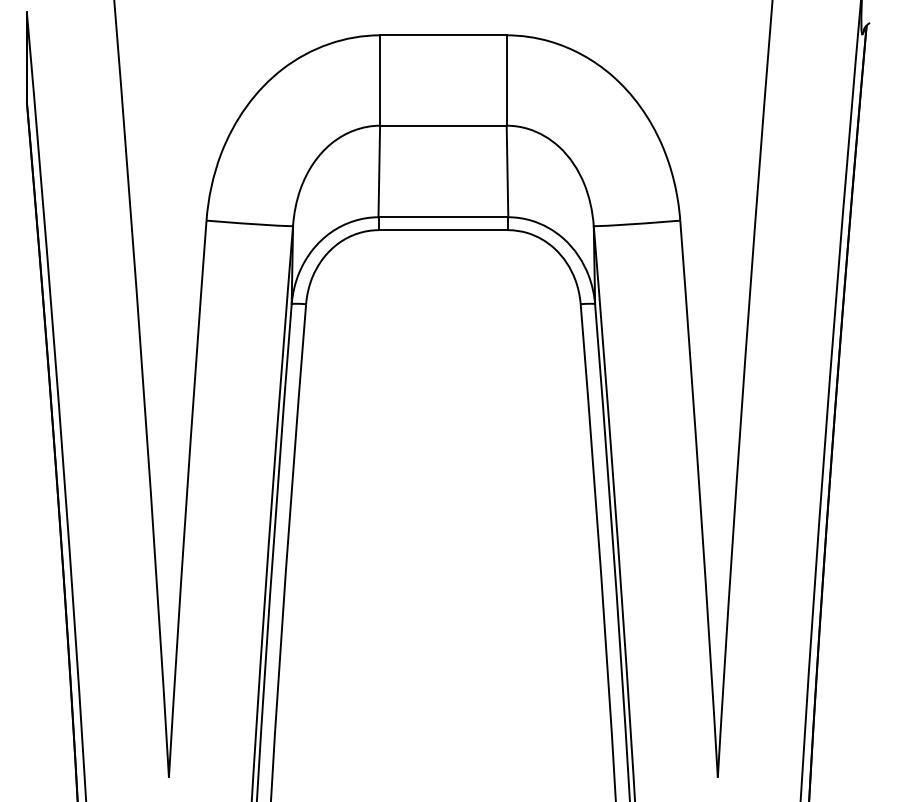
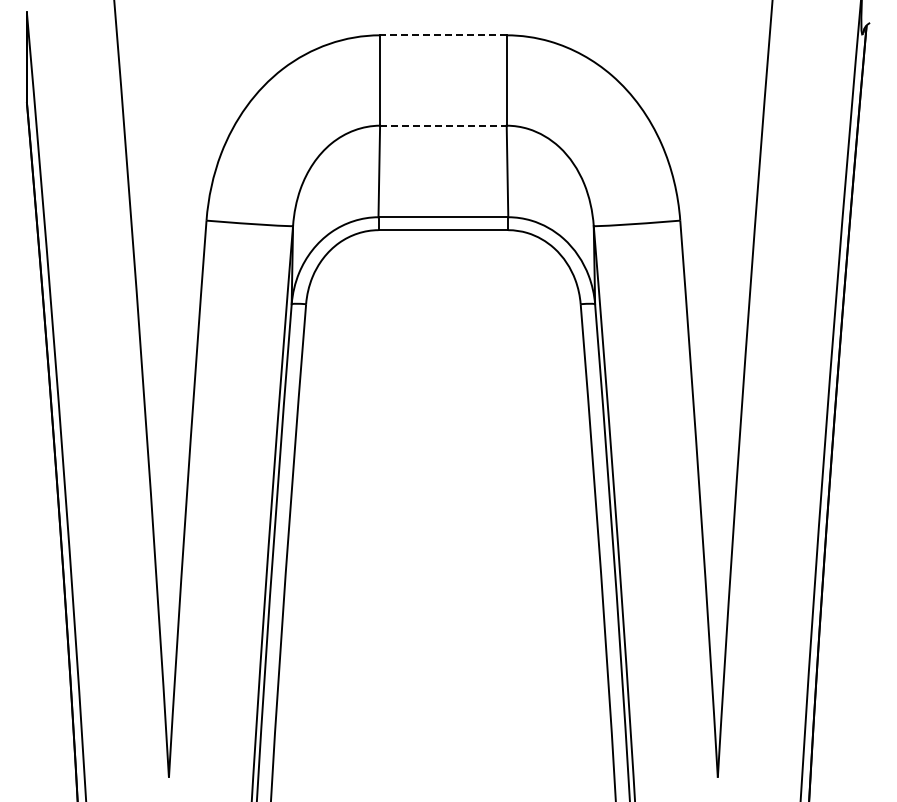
line at (442, 35): solid -> dashed
line at (443, 125): solid -> dashed
